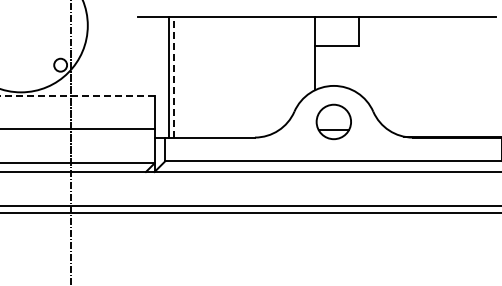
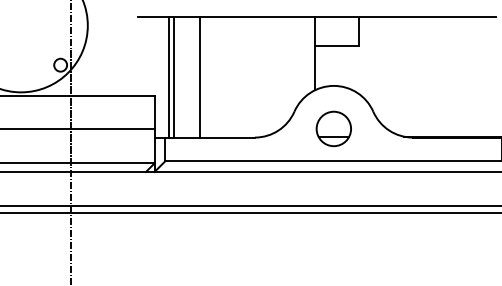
line at (173, 77): dashed -> solid
line at (199, 77): none -> present
line at (77, 96): dashed -> solid
part at (333, 121) position: (333, 121) -> (333, 128)
